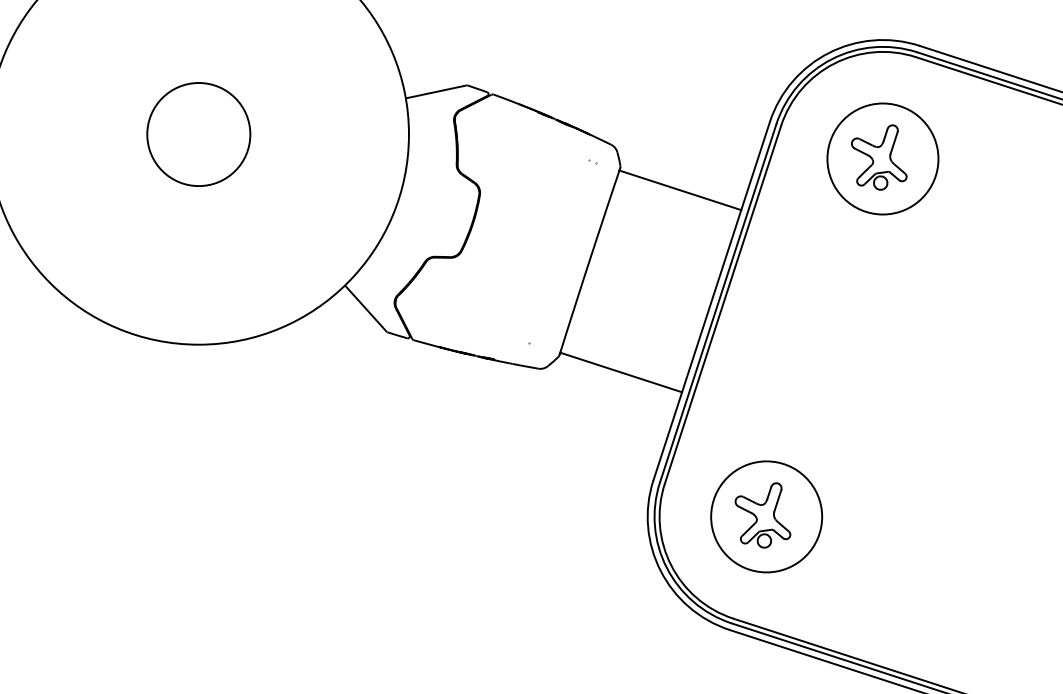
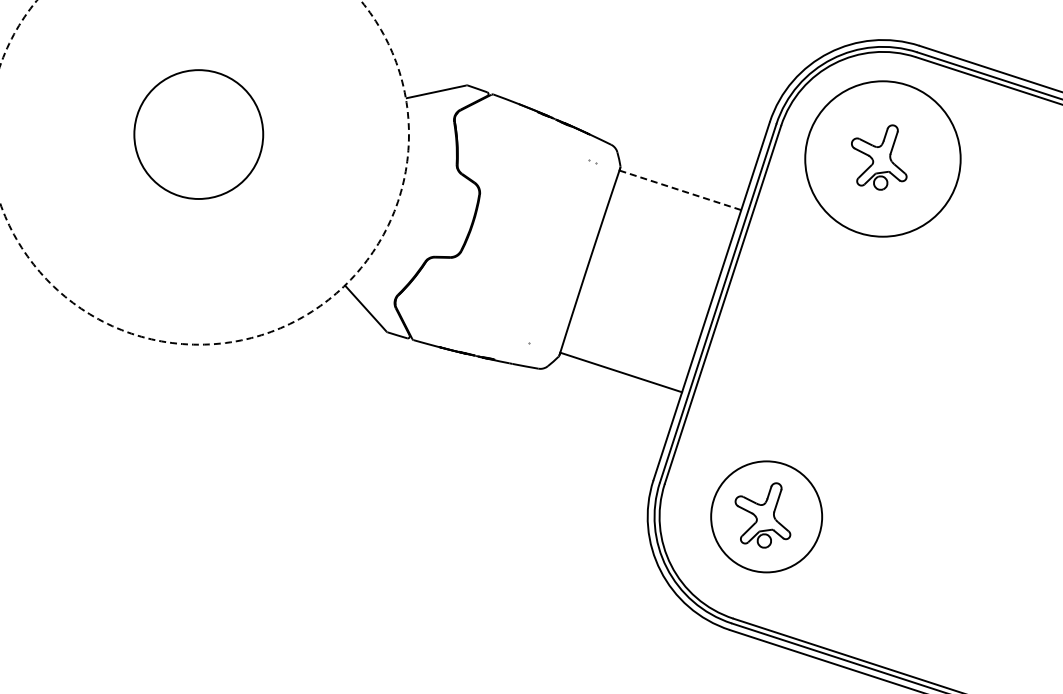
circle at (198, 134) size: 106x105 px -> 132x131 px
circle at (882, 158) diameter: 111 px -> 155 px
circle at (204, 172): solid -> dashed
line at (680, 190): solid -> dashed
